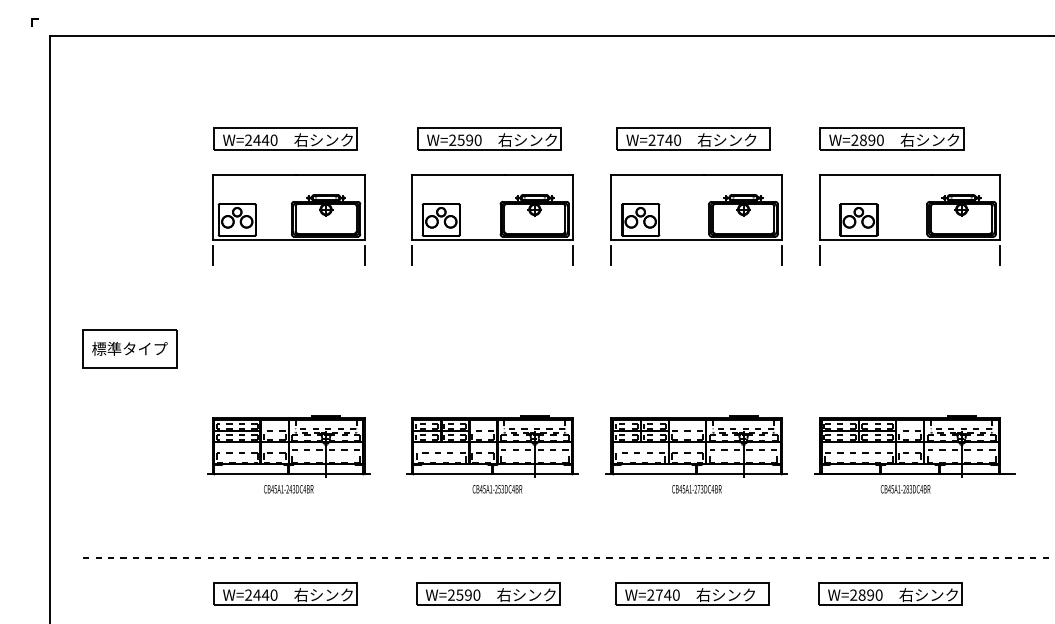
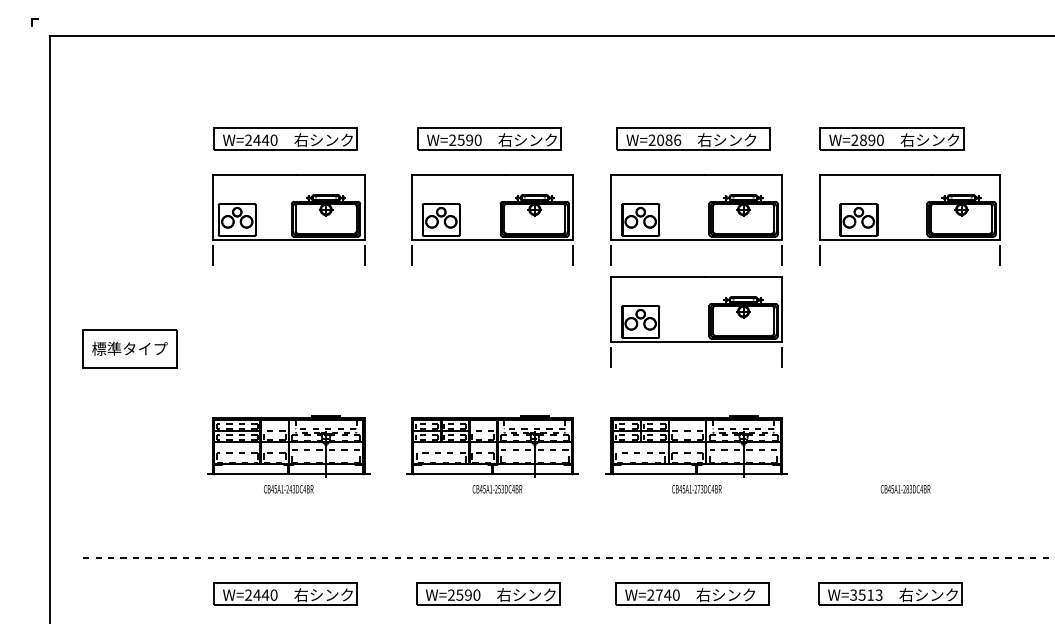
text at (669, 140): W=2740 -> W=2086
part at (696, 321): none -> present
part at (914, 446): present -> none
text at (866, 594): W=2890 -> W=3513
